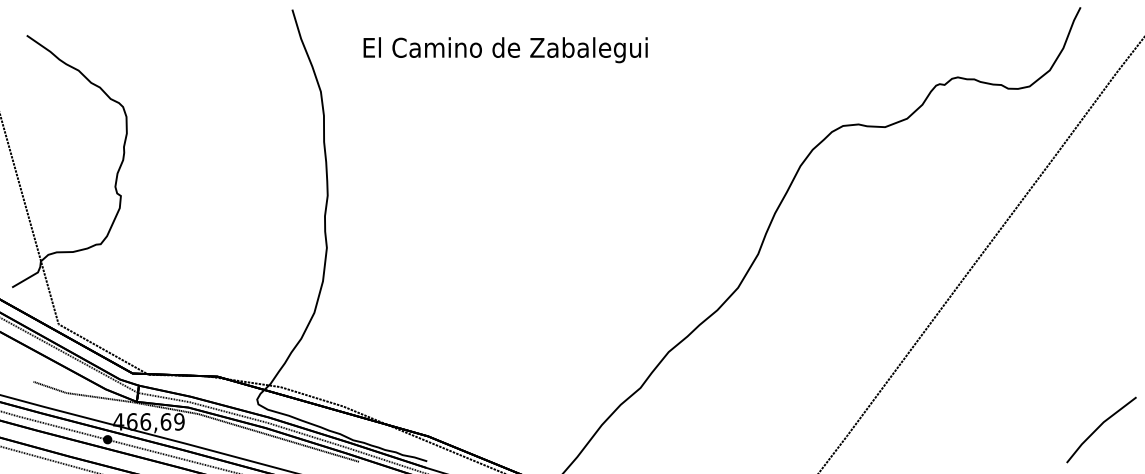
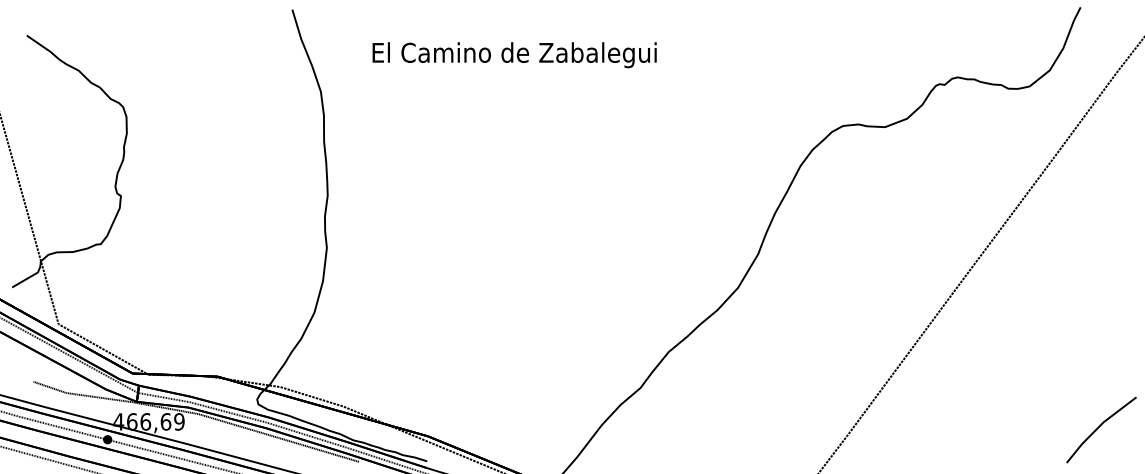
text at (505, 50) position: (505, 50) -> (514, 55)
